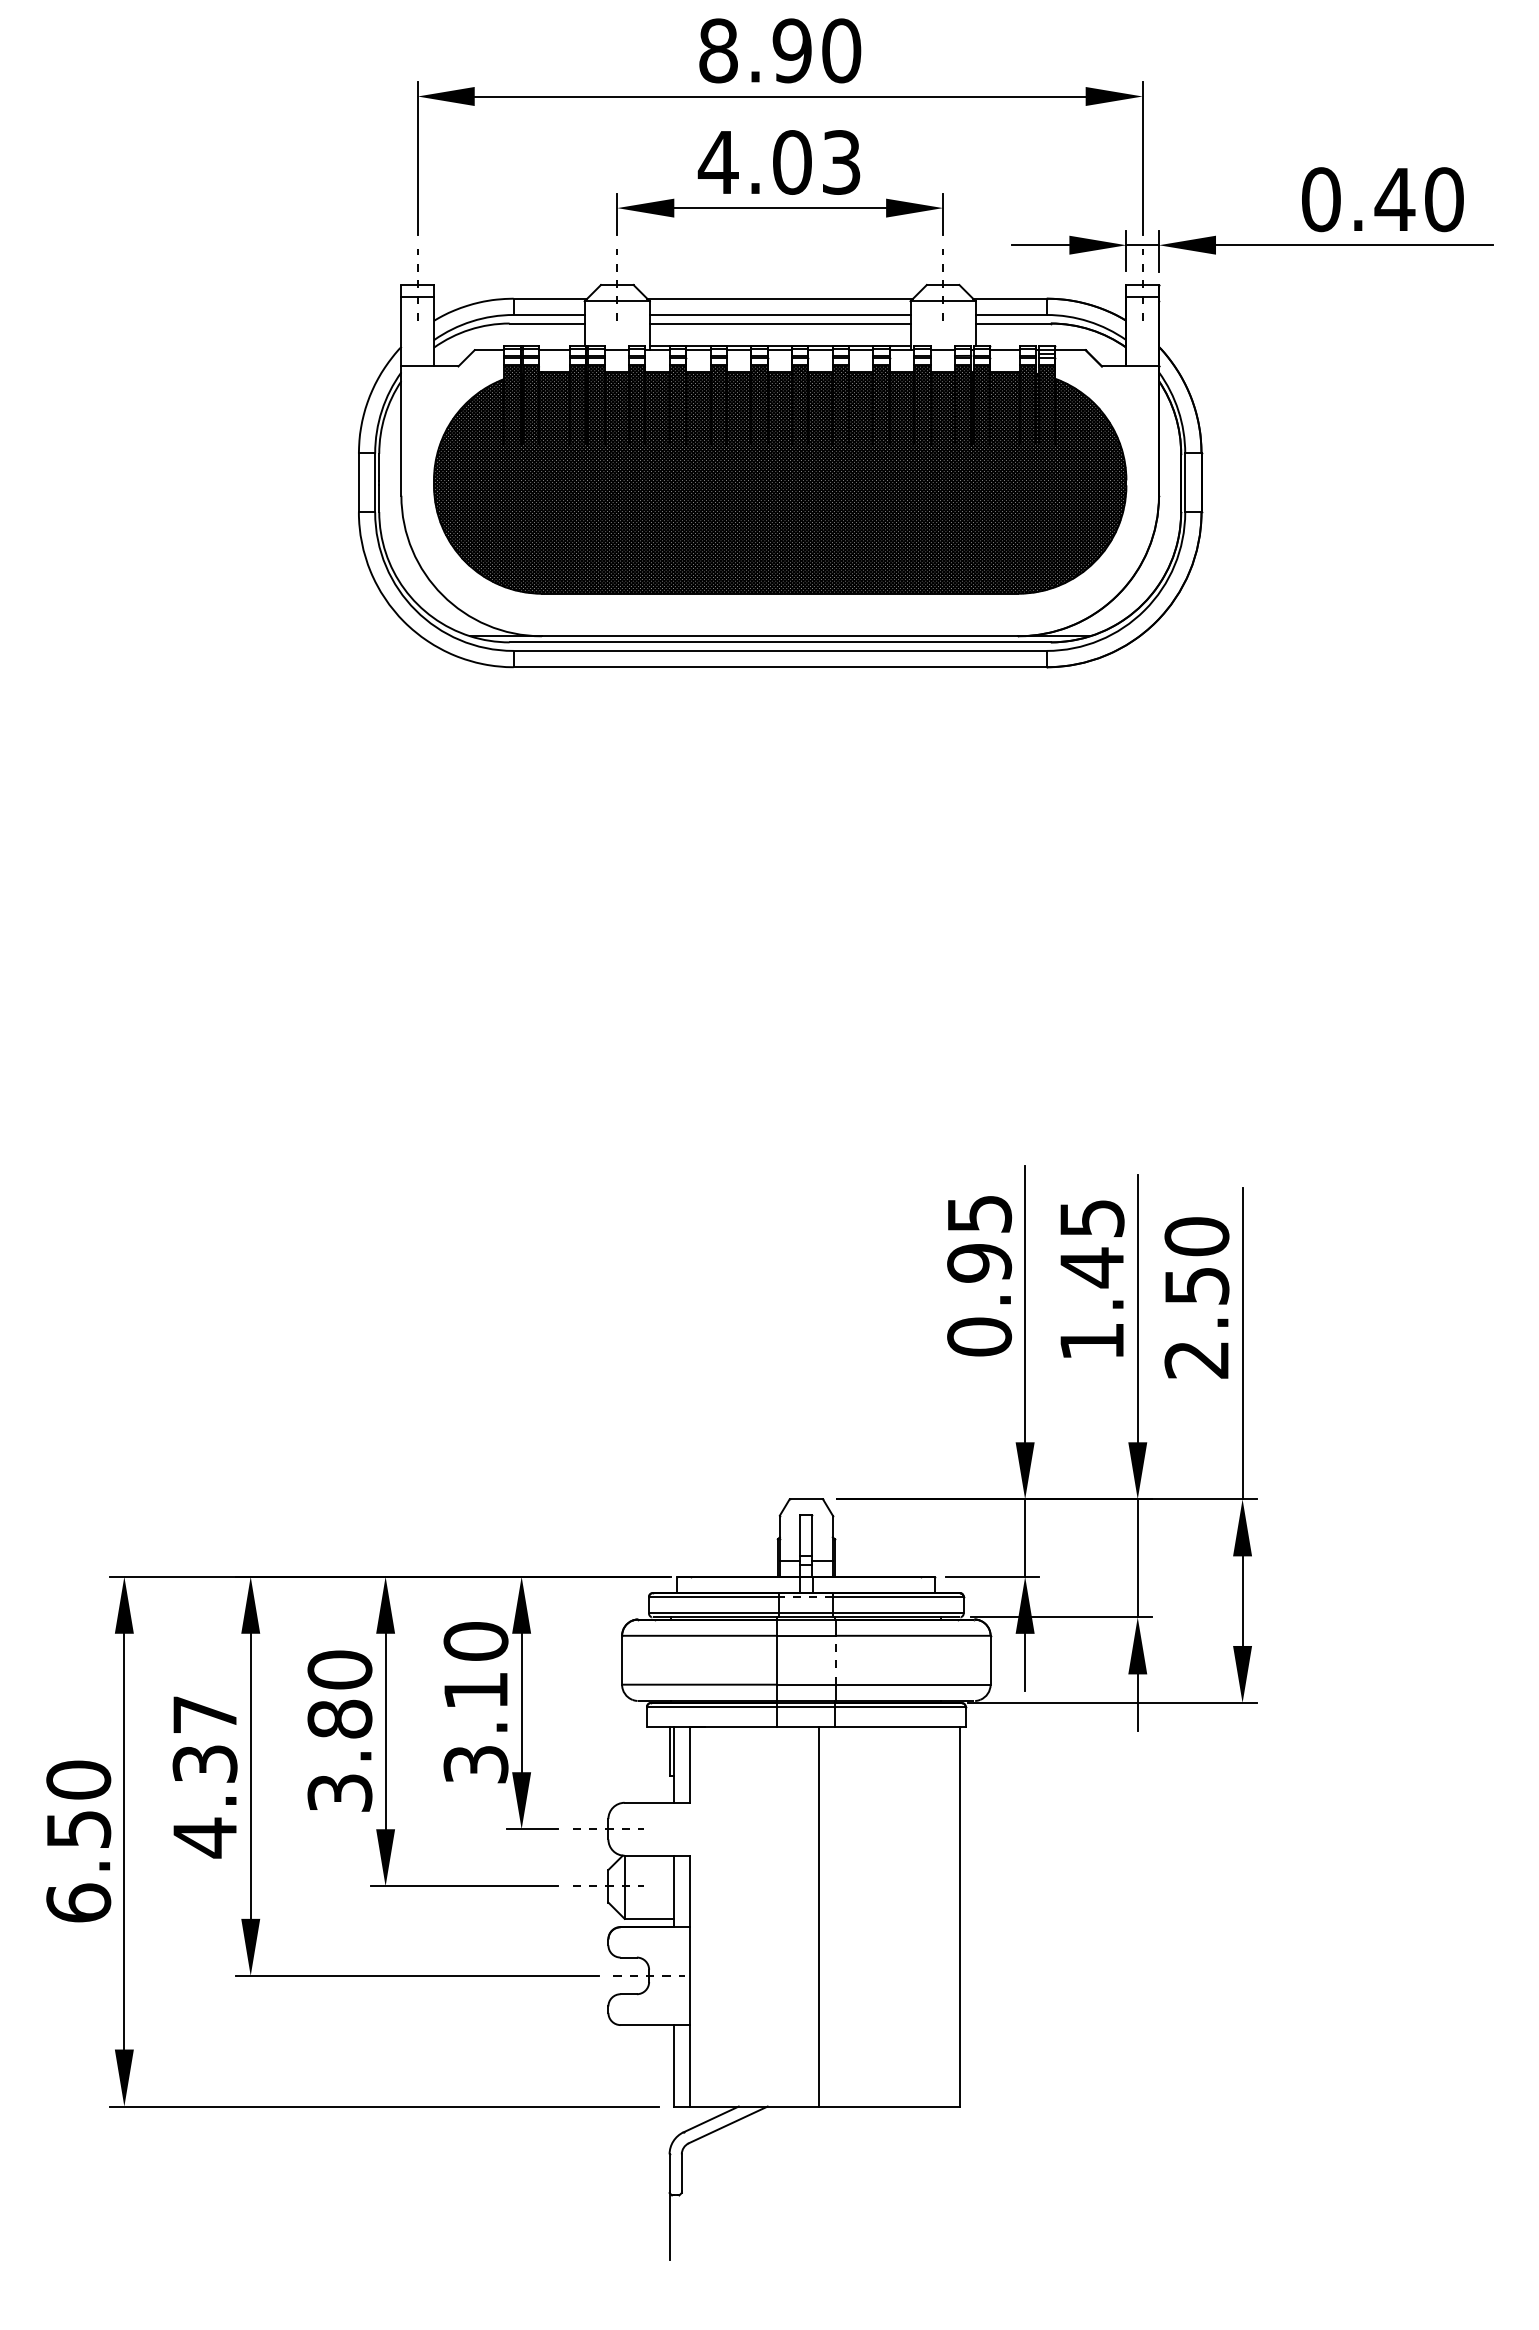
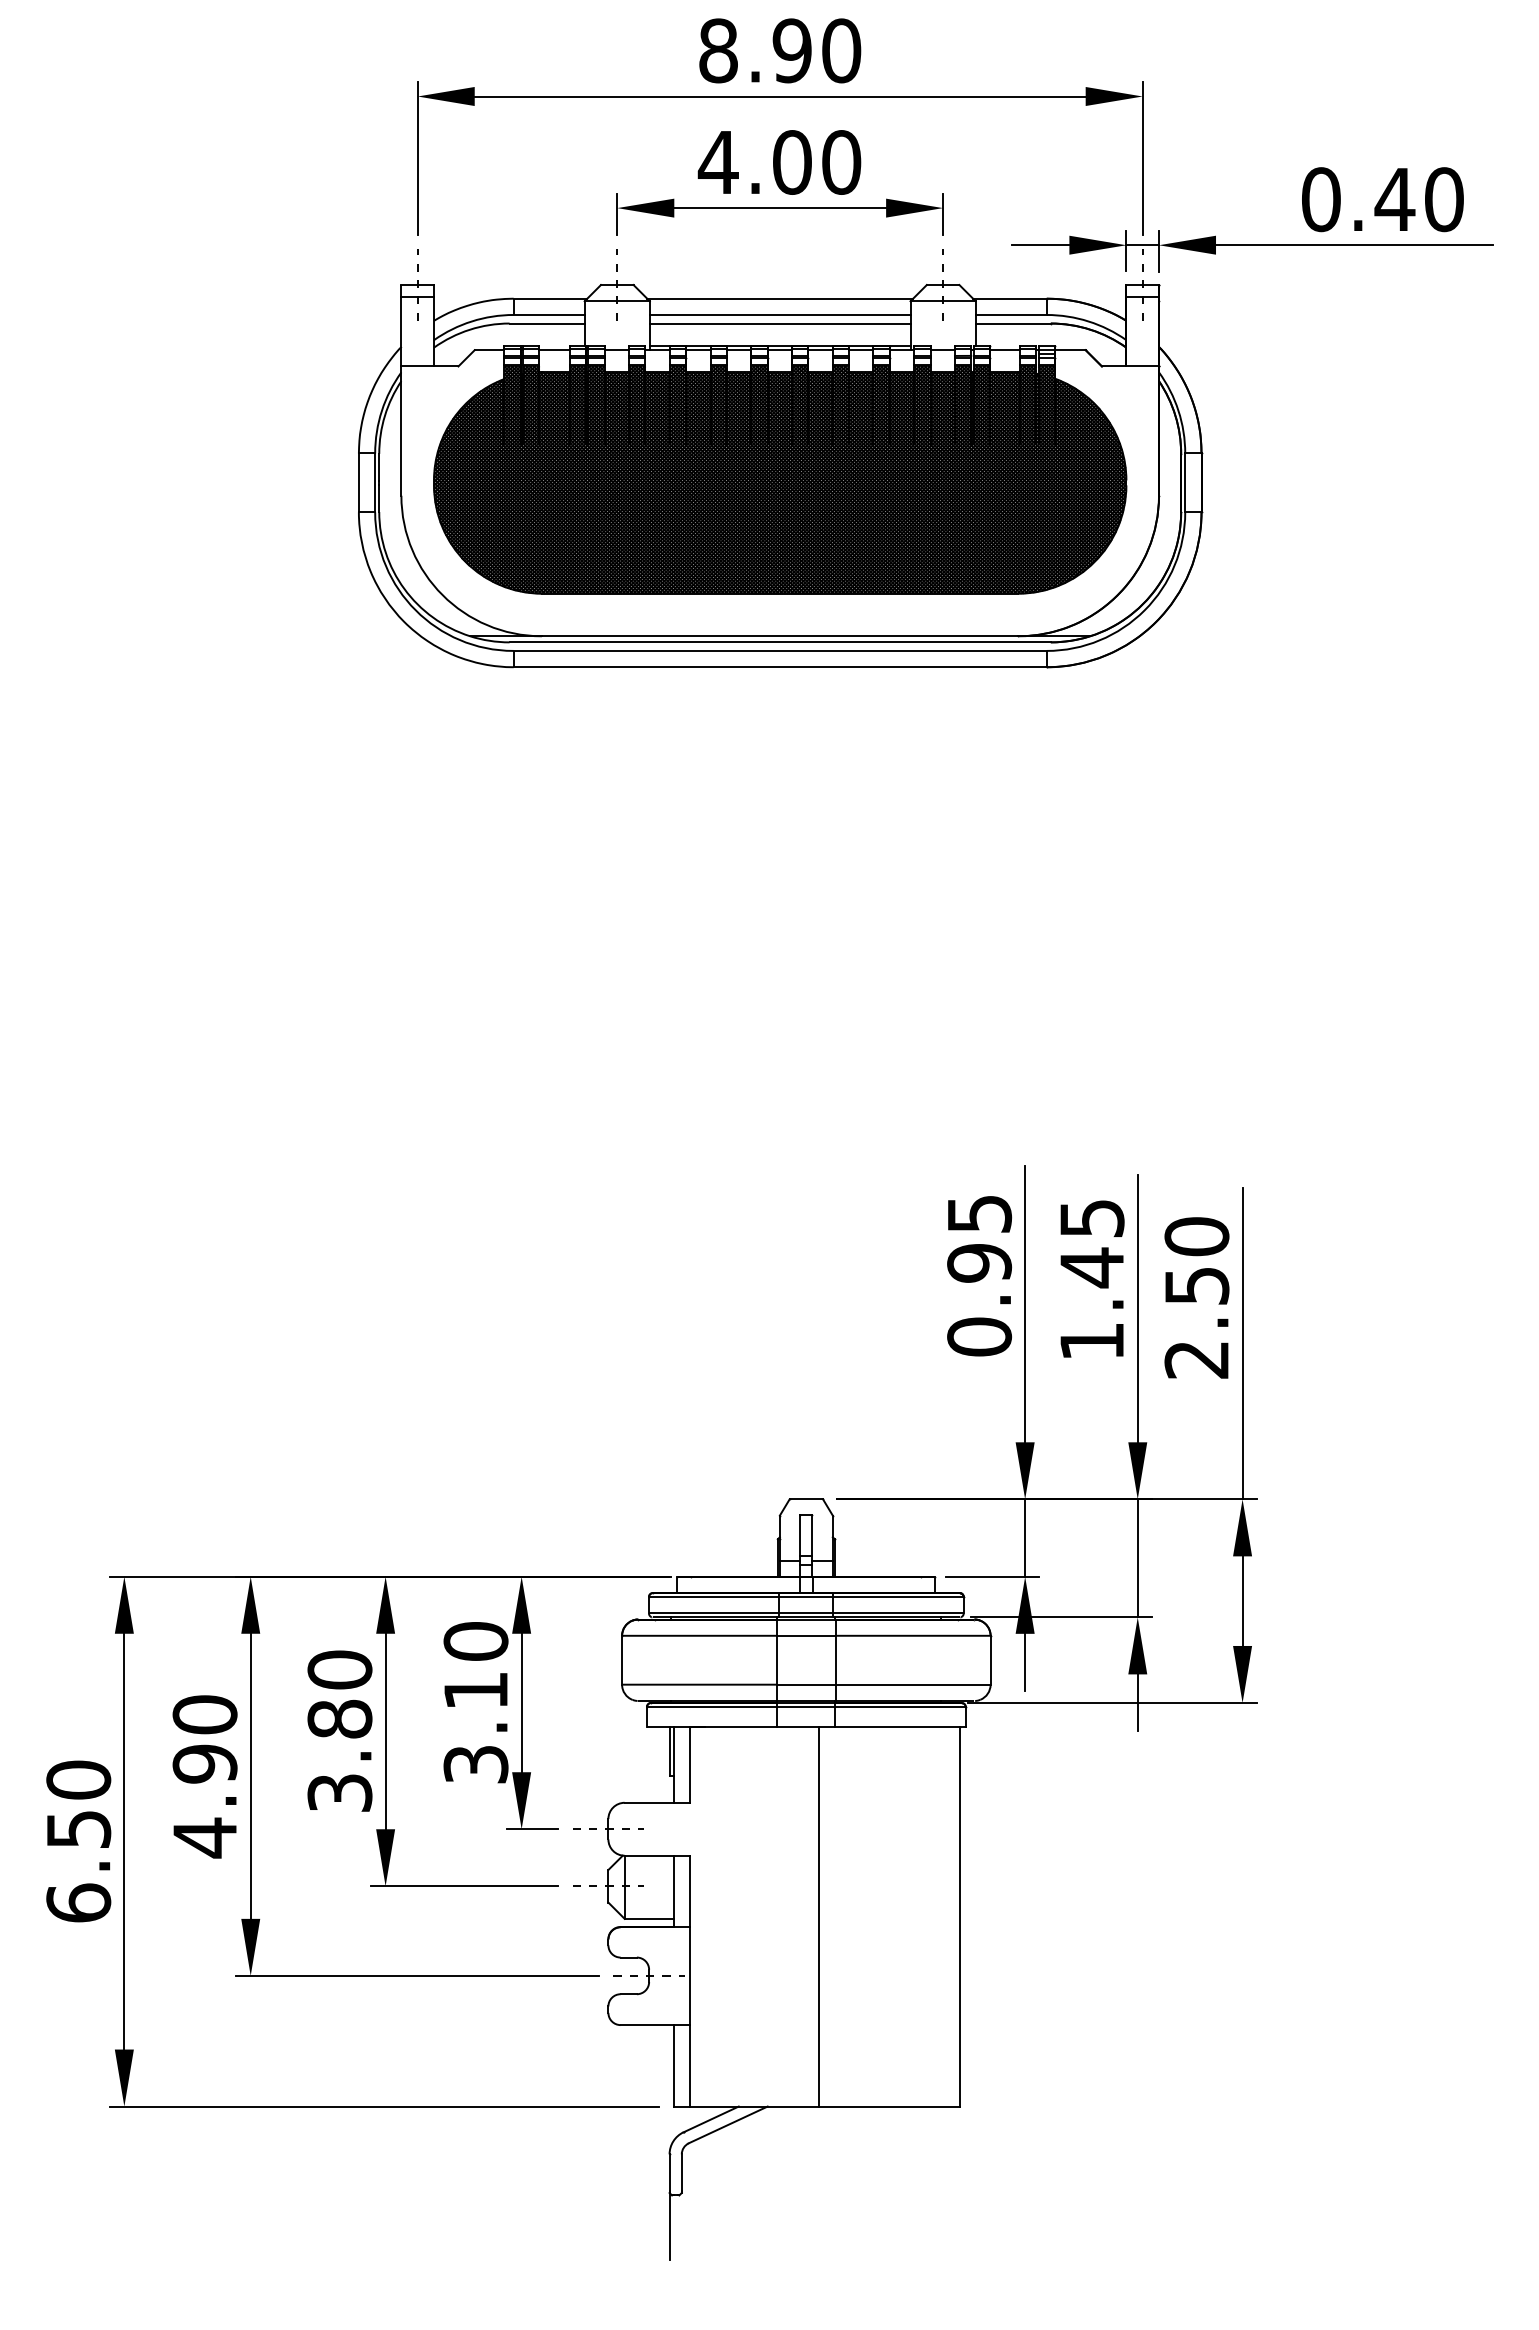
text at (841, 162): 4.03 -> 4.00
line at (805, 1597): dashed -> solid
line at (835, 1659): dashed -> solid
text at (204, 1739): 4.37 -> 4.90
